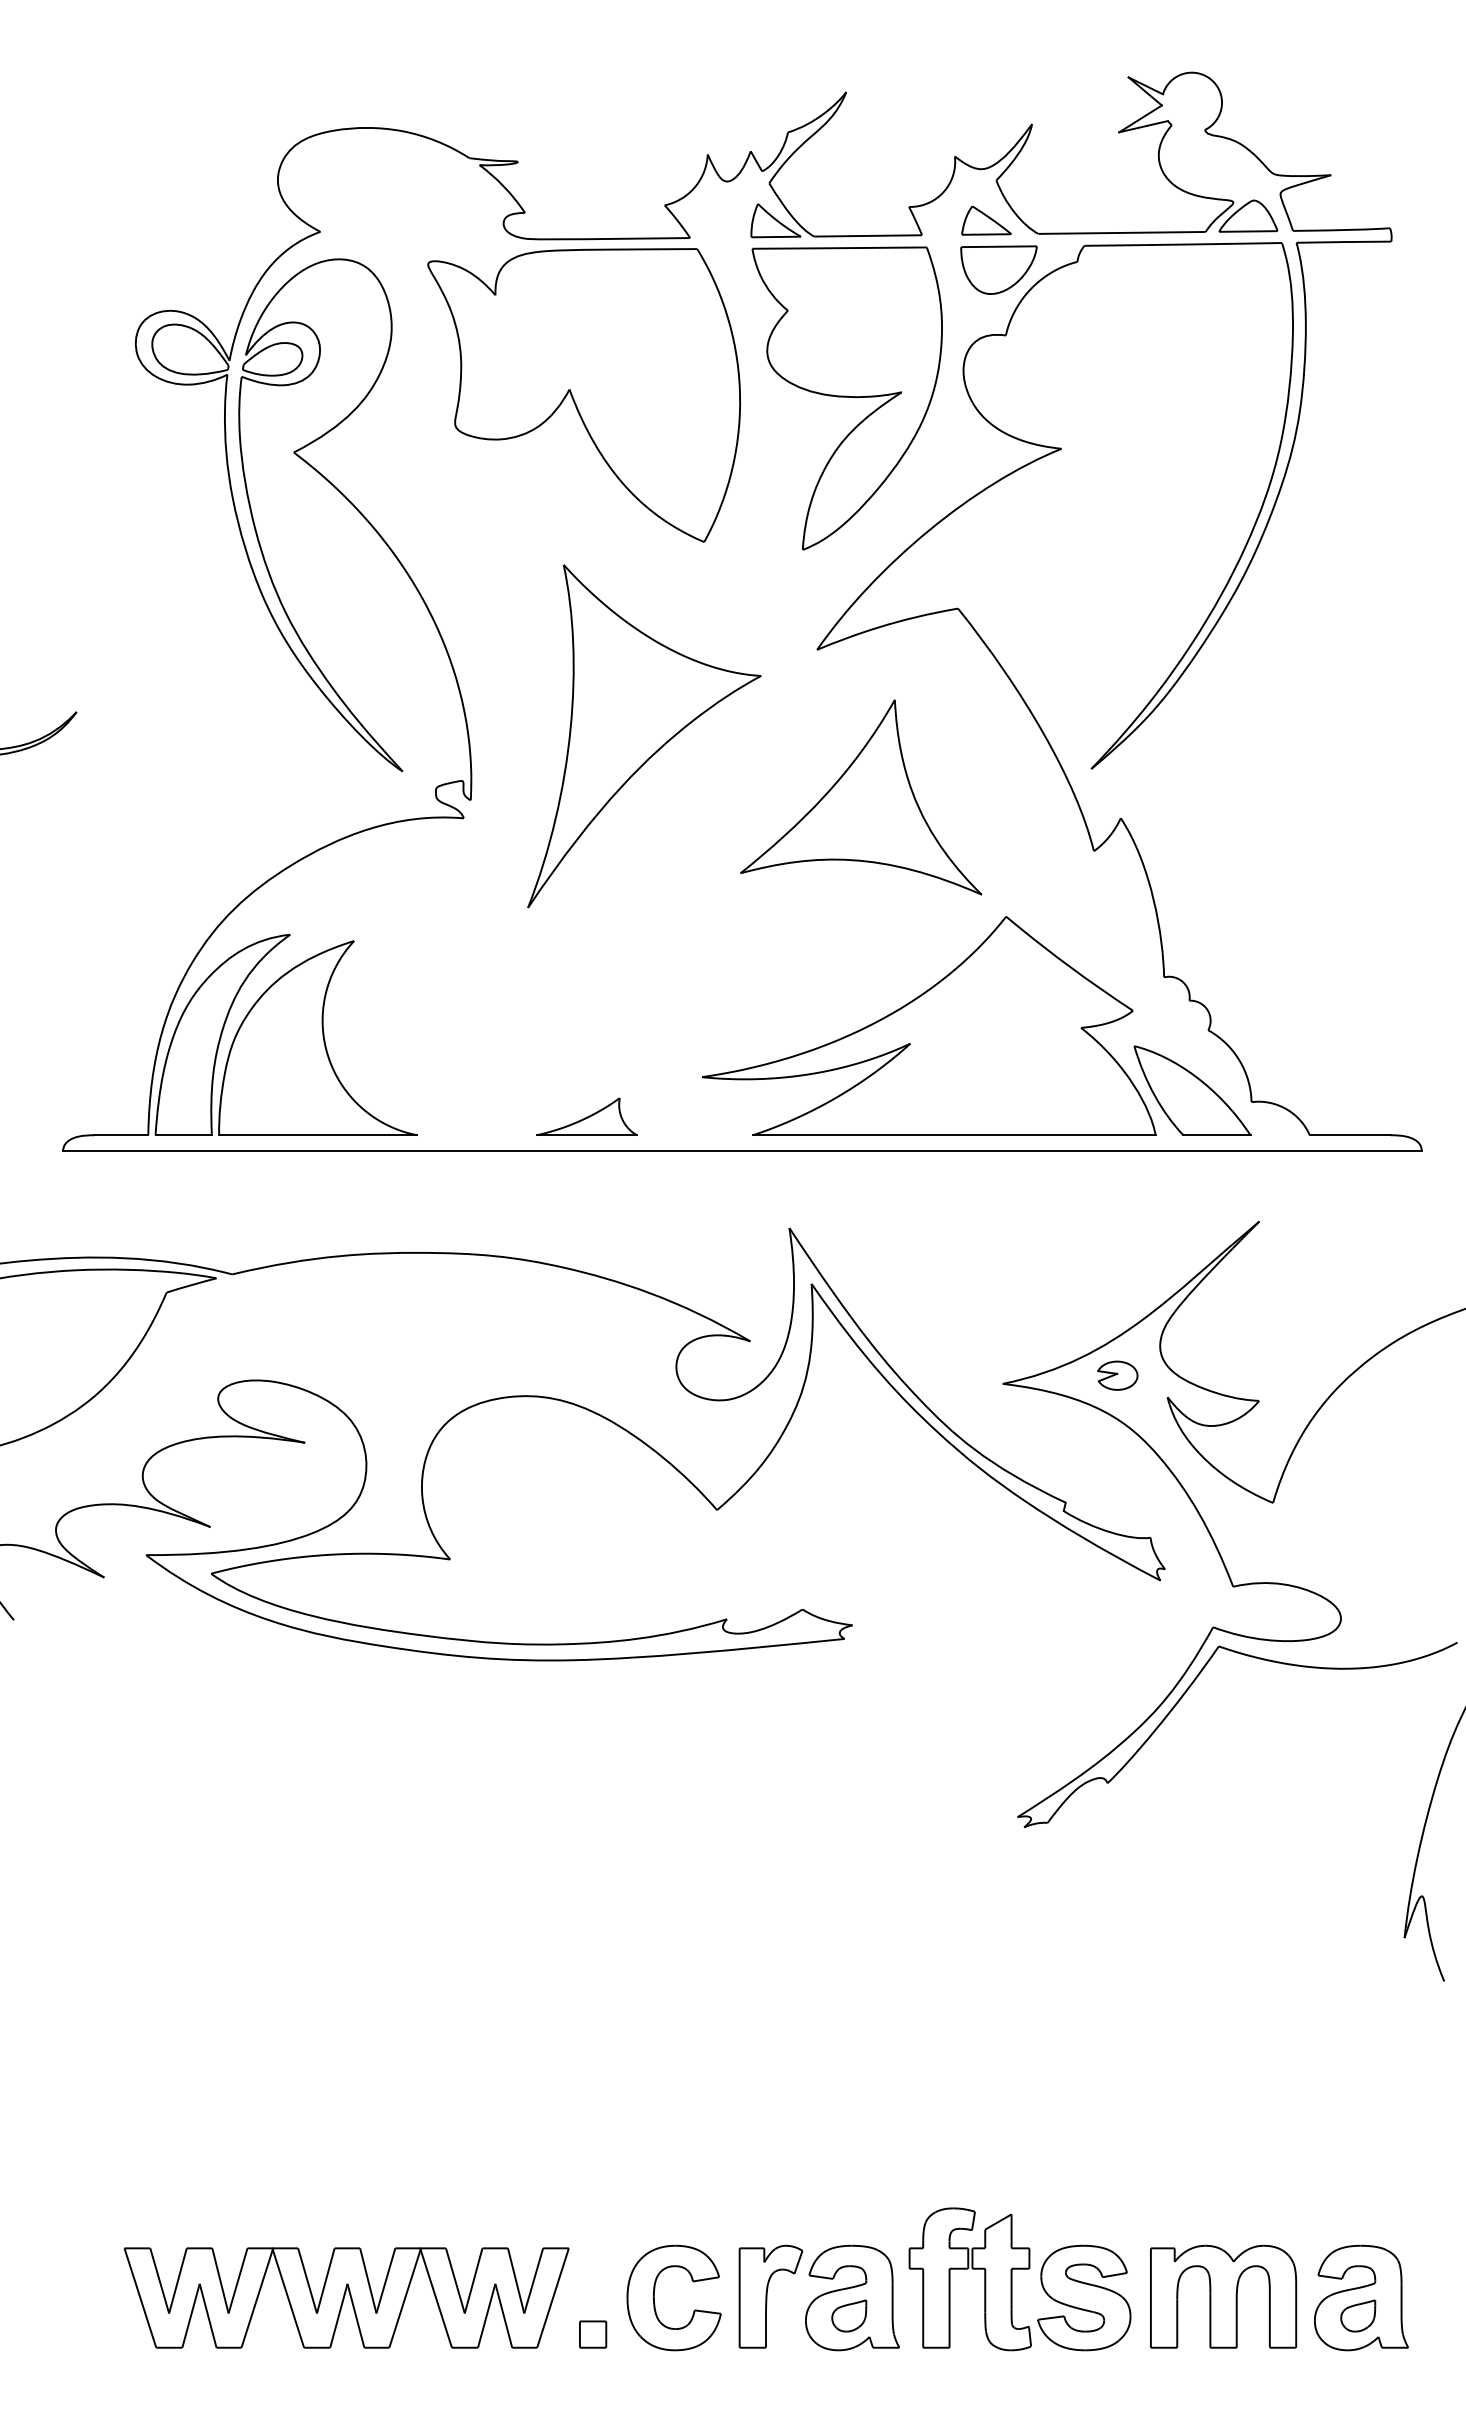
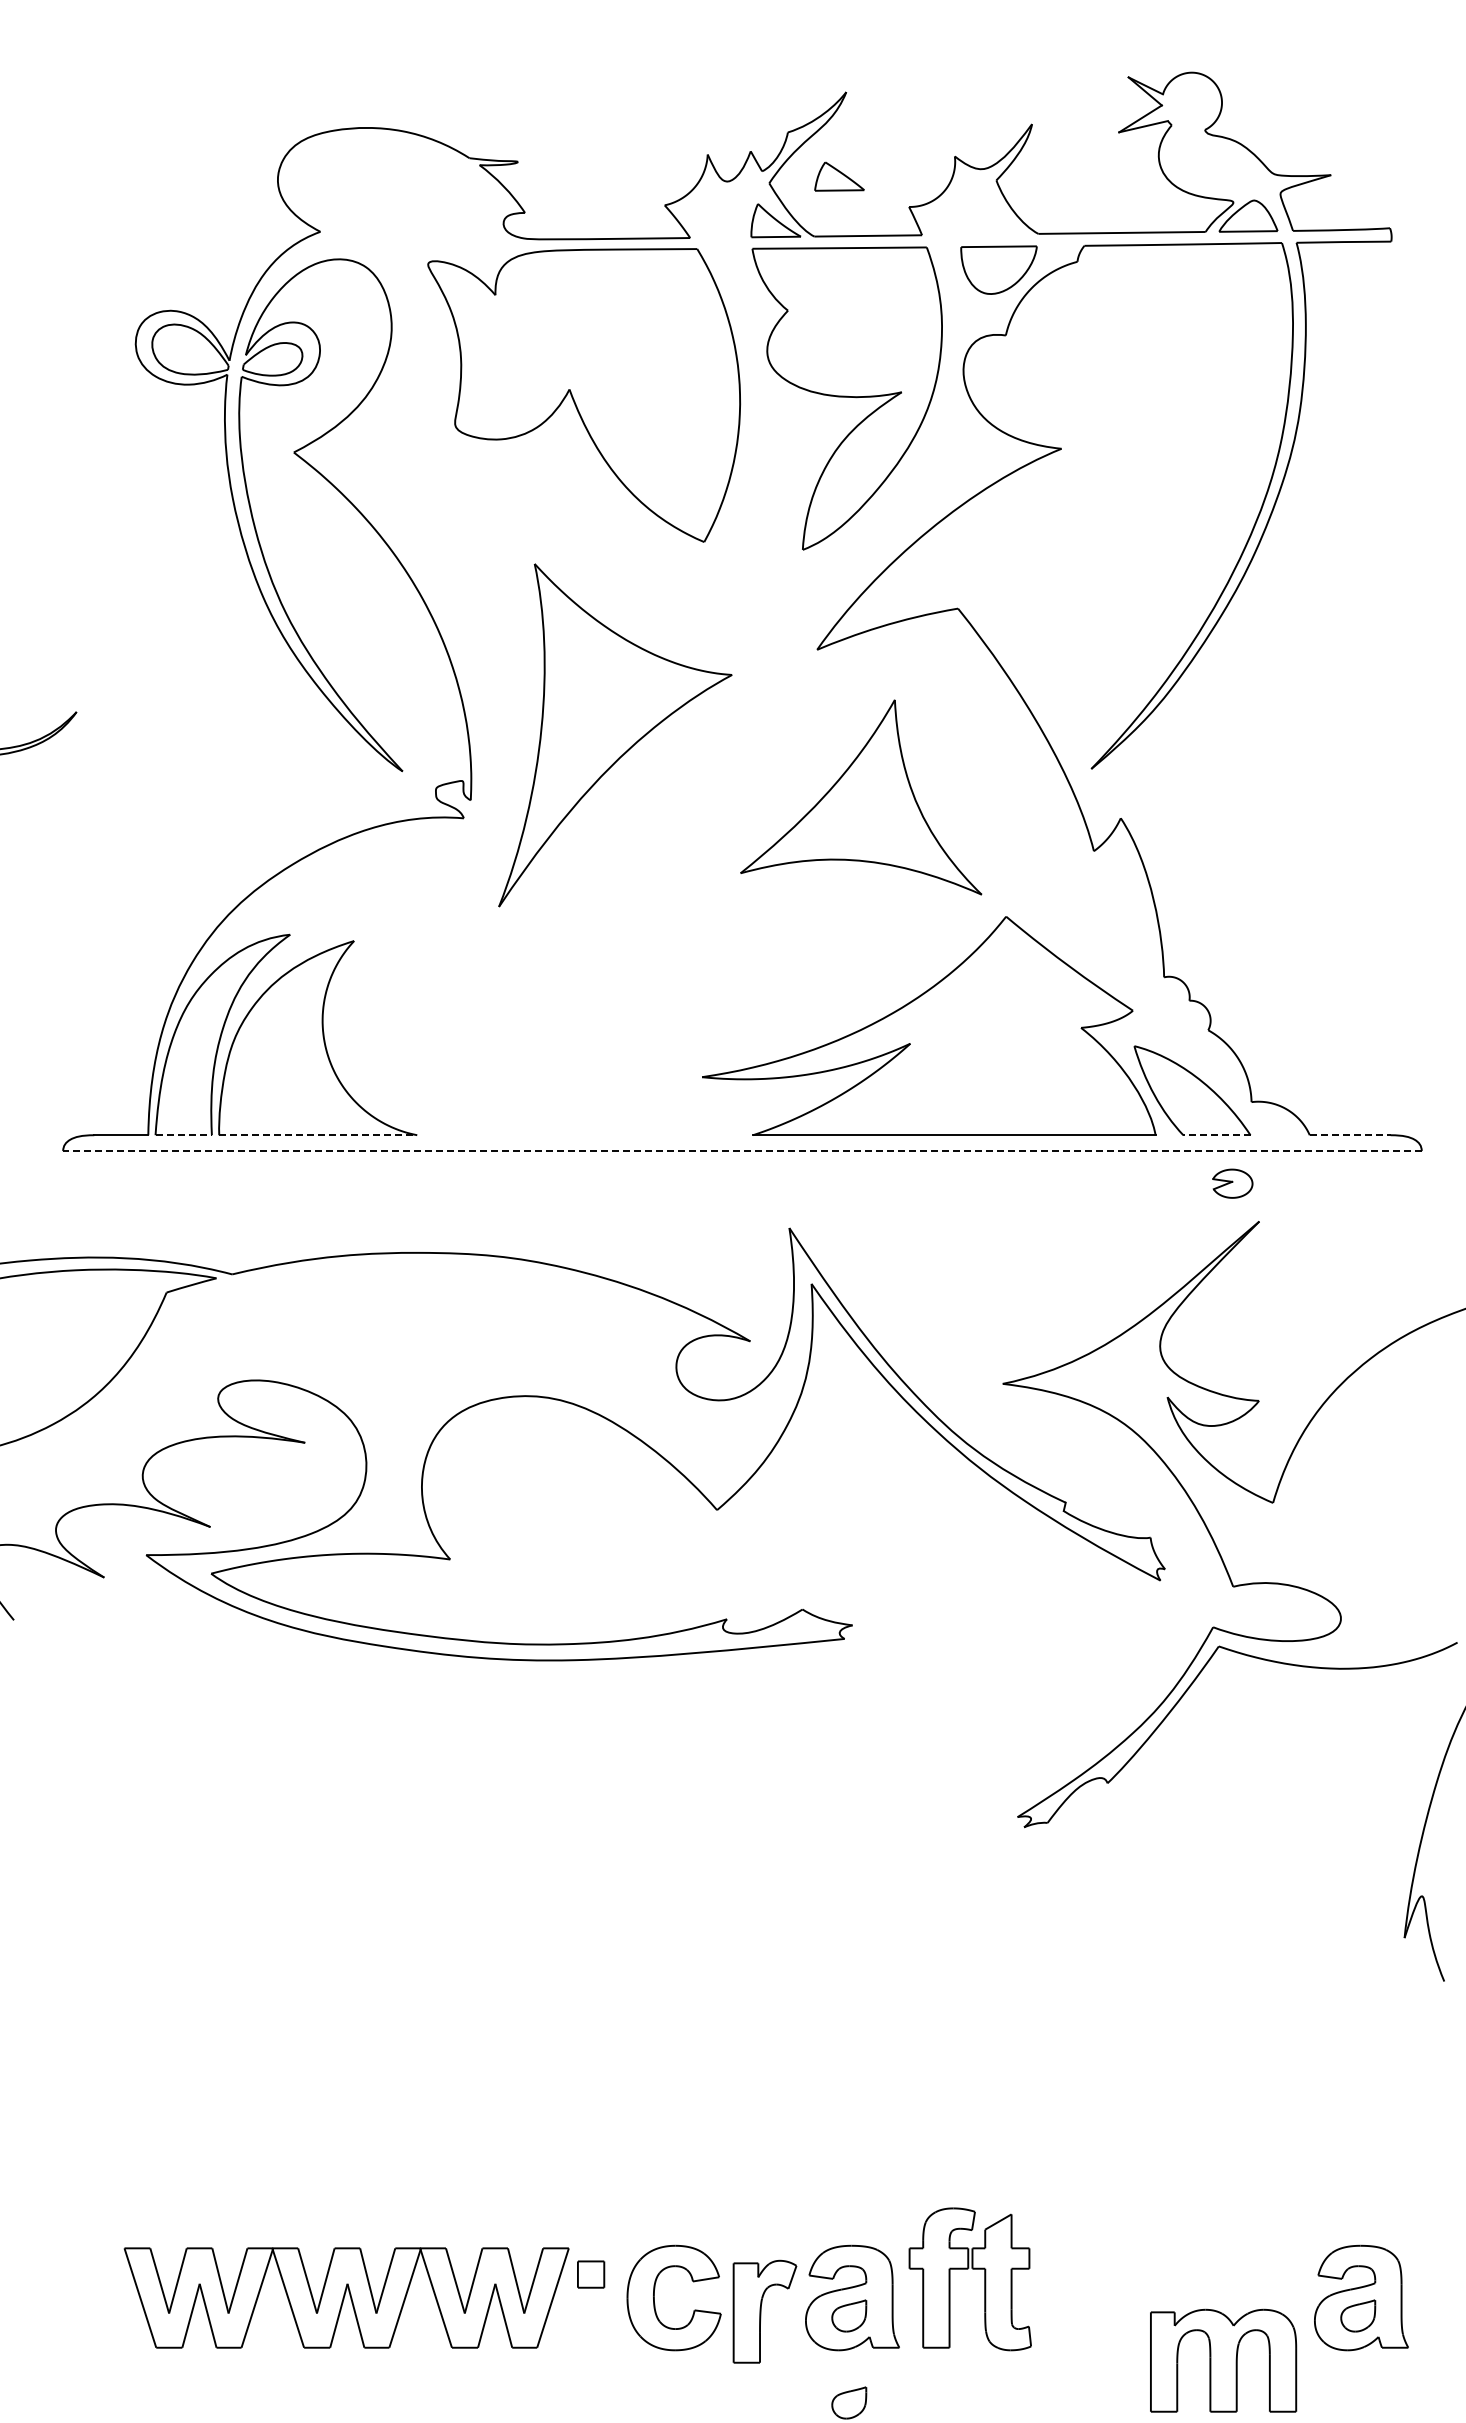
part at (986, 220) position: (986, 220) -> (839, 176)
part at (644, 736) position: (644, 736) -> (615, 735)
part at (586, 1116): present -> none
line at (184, 1135): solid -> dashed
line at (318, 1135): solid -> dashed
line at (1216, 1135): solid -> dashed
line at (1350, 1135): solid -> dashed
line at (741, 1151): solid -> dashed
part at (1117, 1375) position: (1117, 1375) -> (1232, 1183)
part at (770, 2296) position: (770, 2296) -> (764, 2311)
part at (1223, 2296) position: (1223, 2296) -> (1223, 2360)
part at (1084, 2297): present -> none
part at (593, 2334) position: (593, 2334) -> (591, 2274)
part at (849, 2402): none -> present
